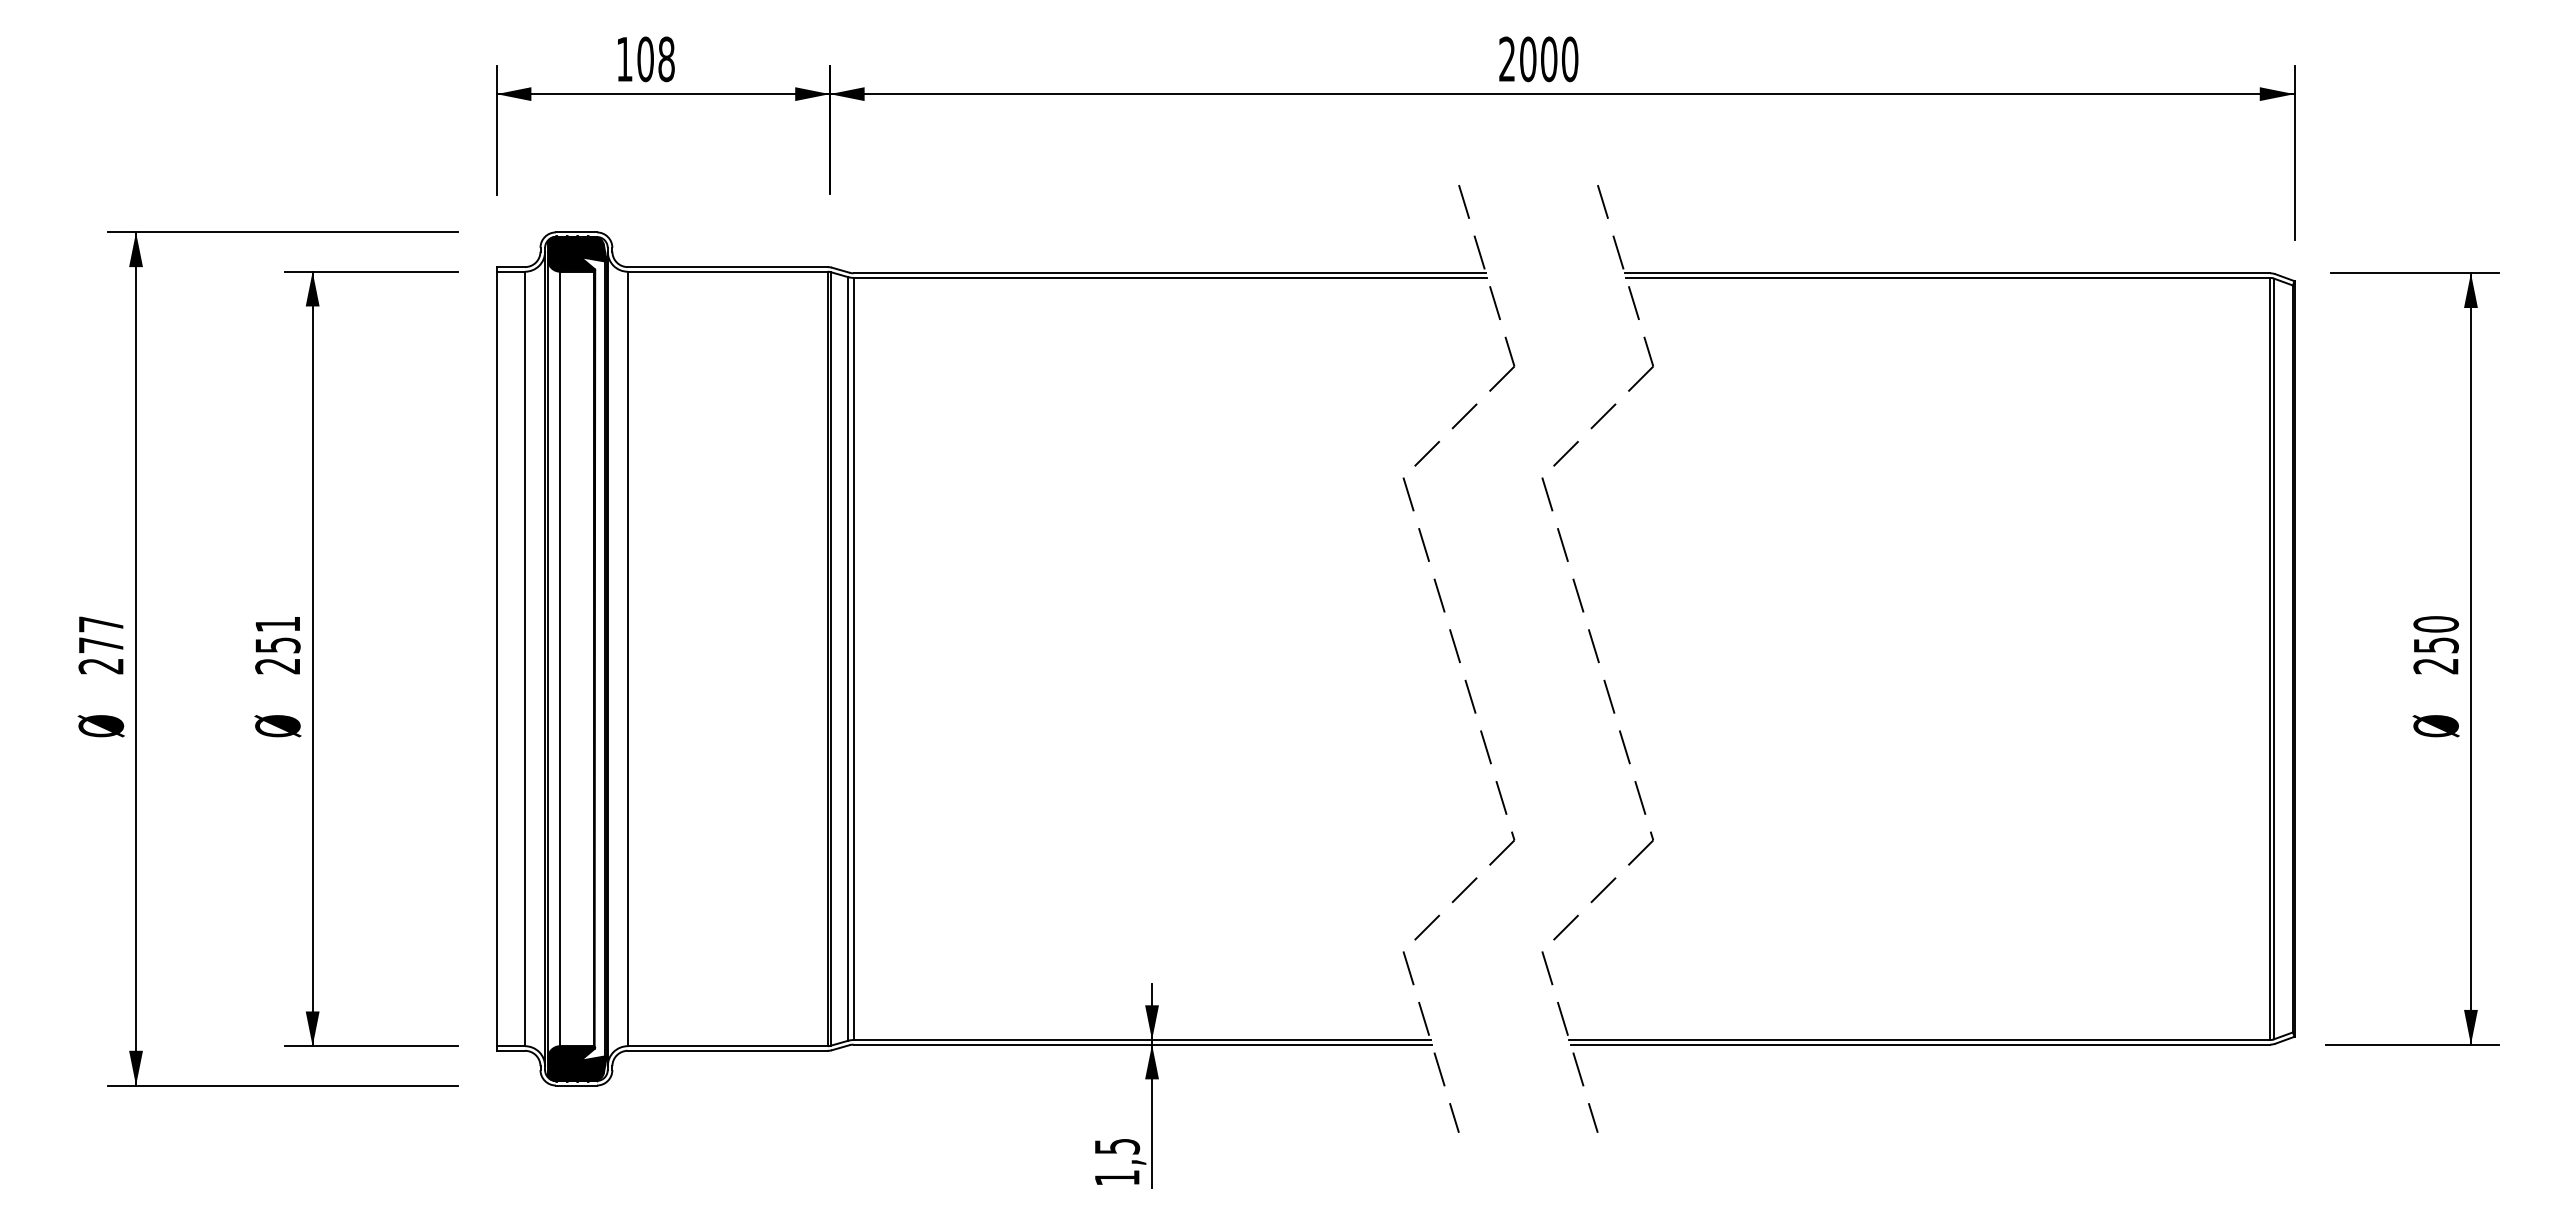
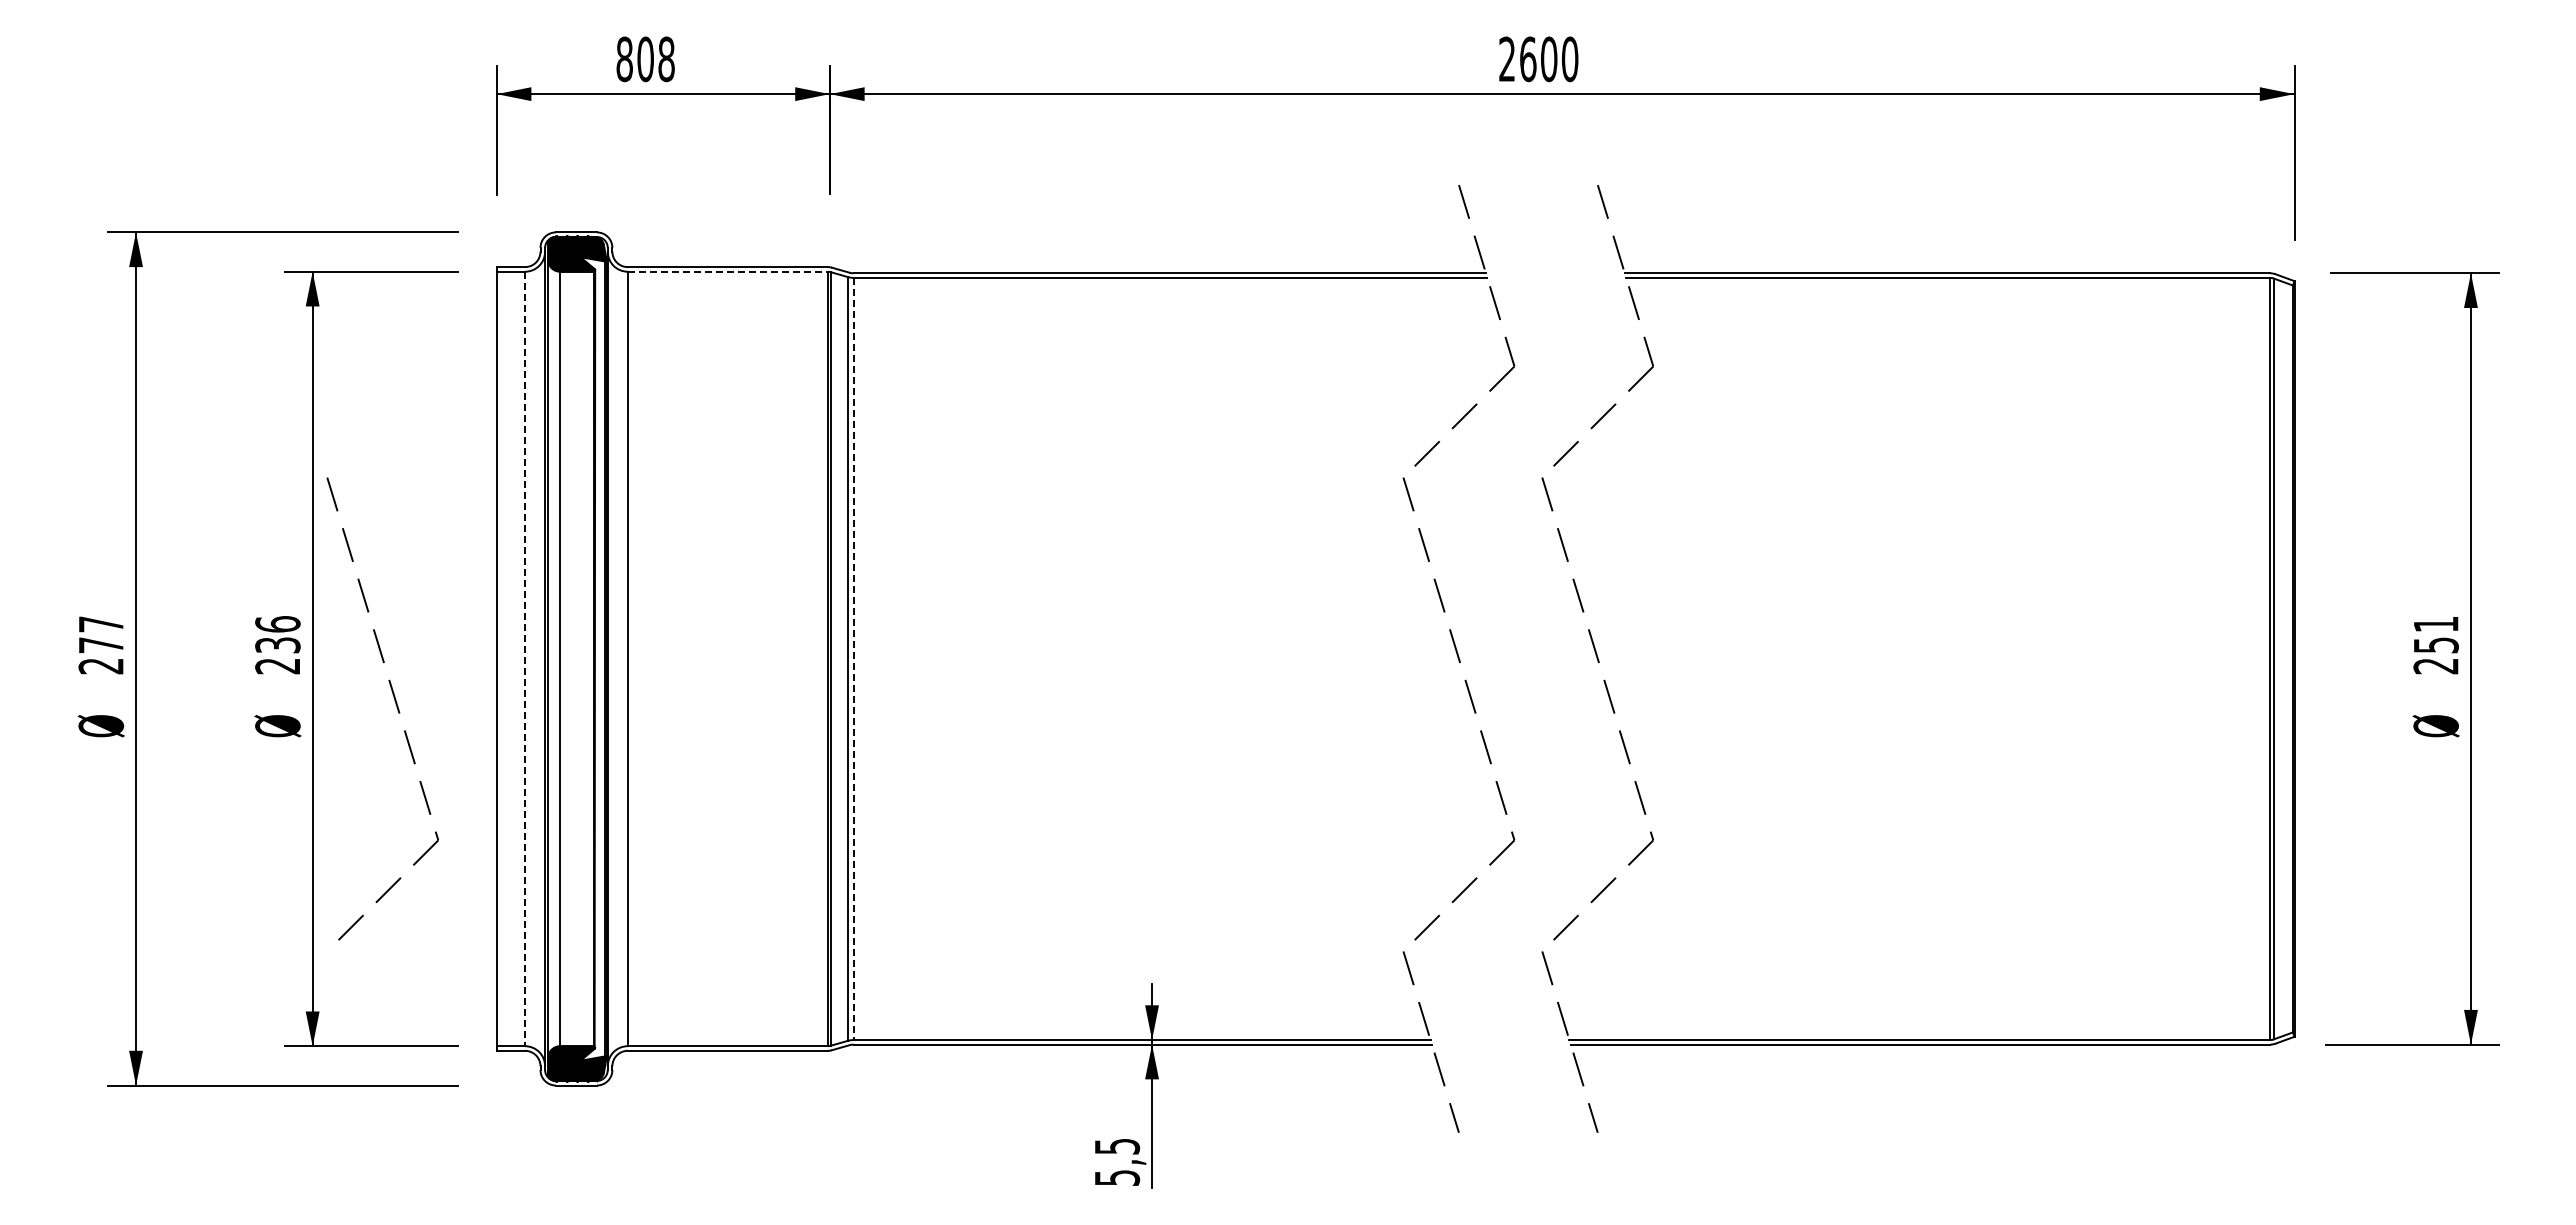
text at (1528, 58): 2000 -> 2600
text at (624, 59): 108 -> 808
line at (727, 271): solid -> dashed
text at (2435, 624): 250 -> 251
text at (277, 634): 251 -> 236
line at (525, 659): solid -> dashed
line at (853, 659): solid -> dashed
part at (395, 704): none -> present
text at (1117, 1177): 1,5 -> 5,5
